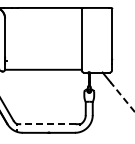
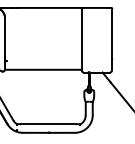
line at (122, 97): dashed -> solid
line at (48, 124): dashed -> solid
